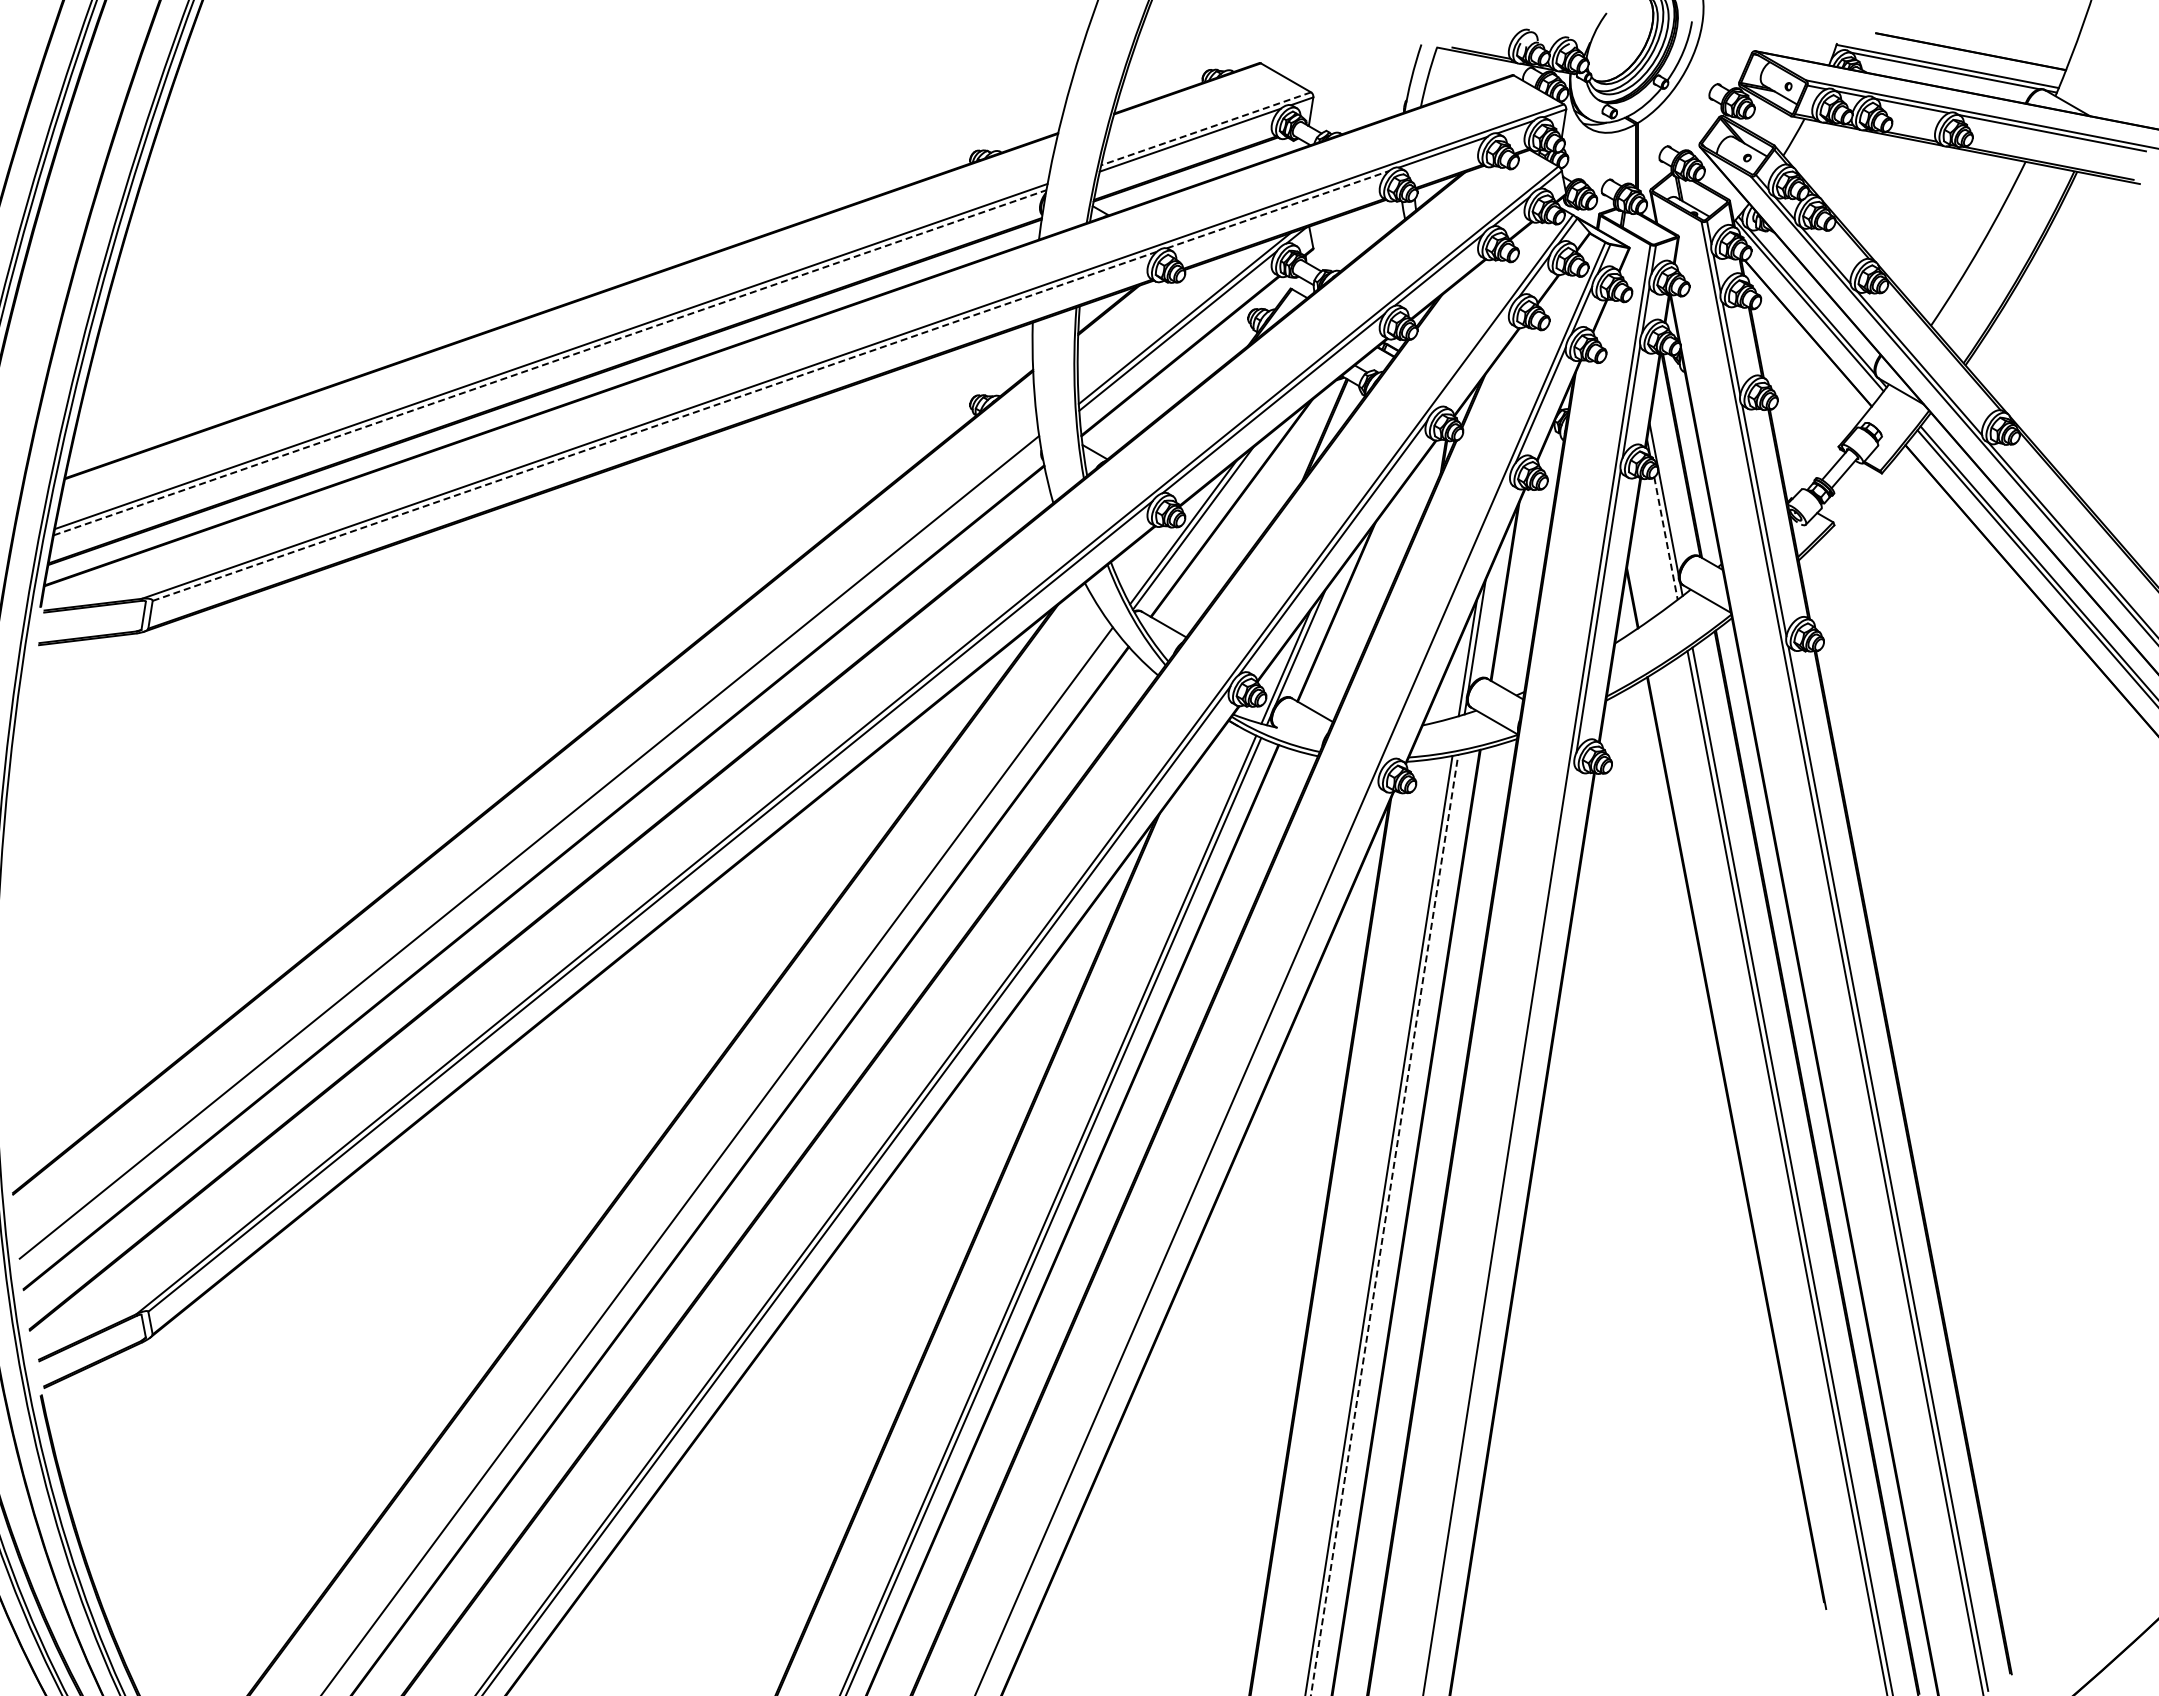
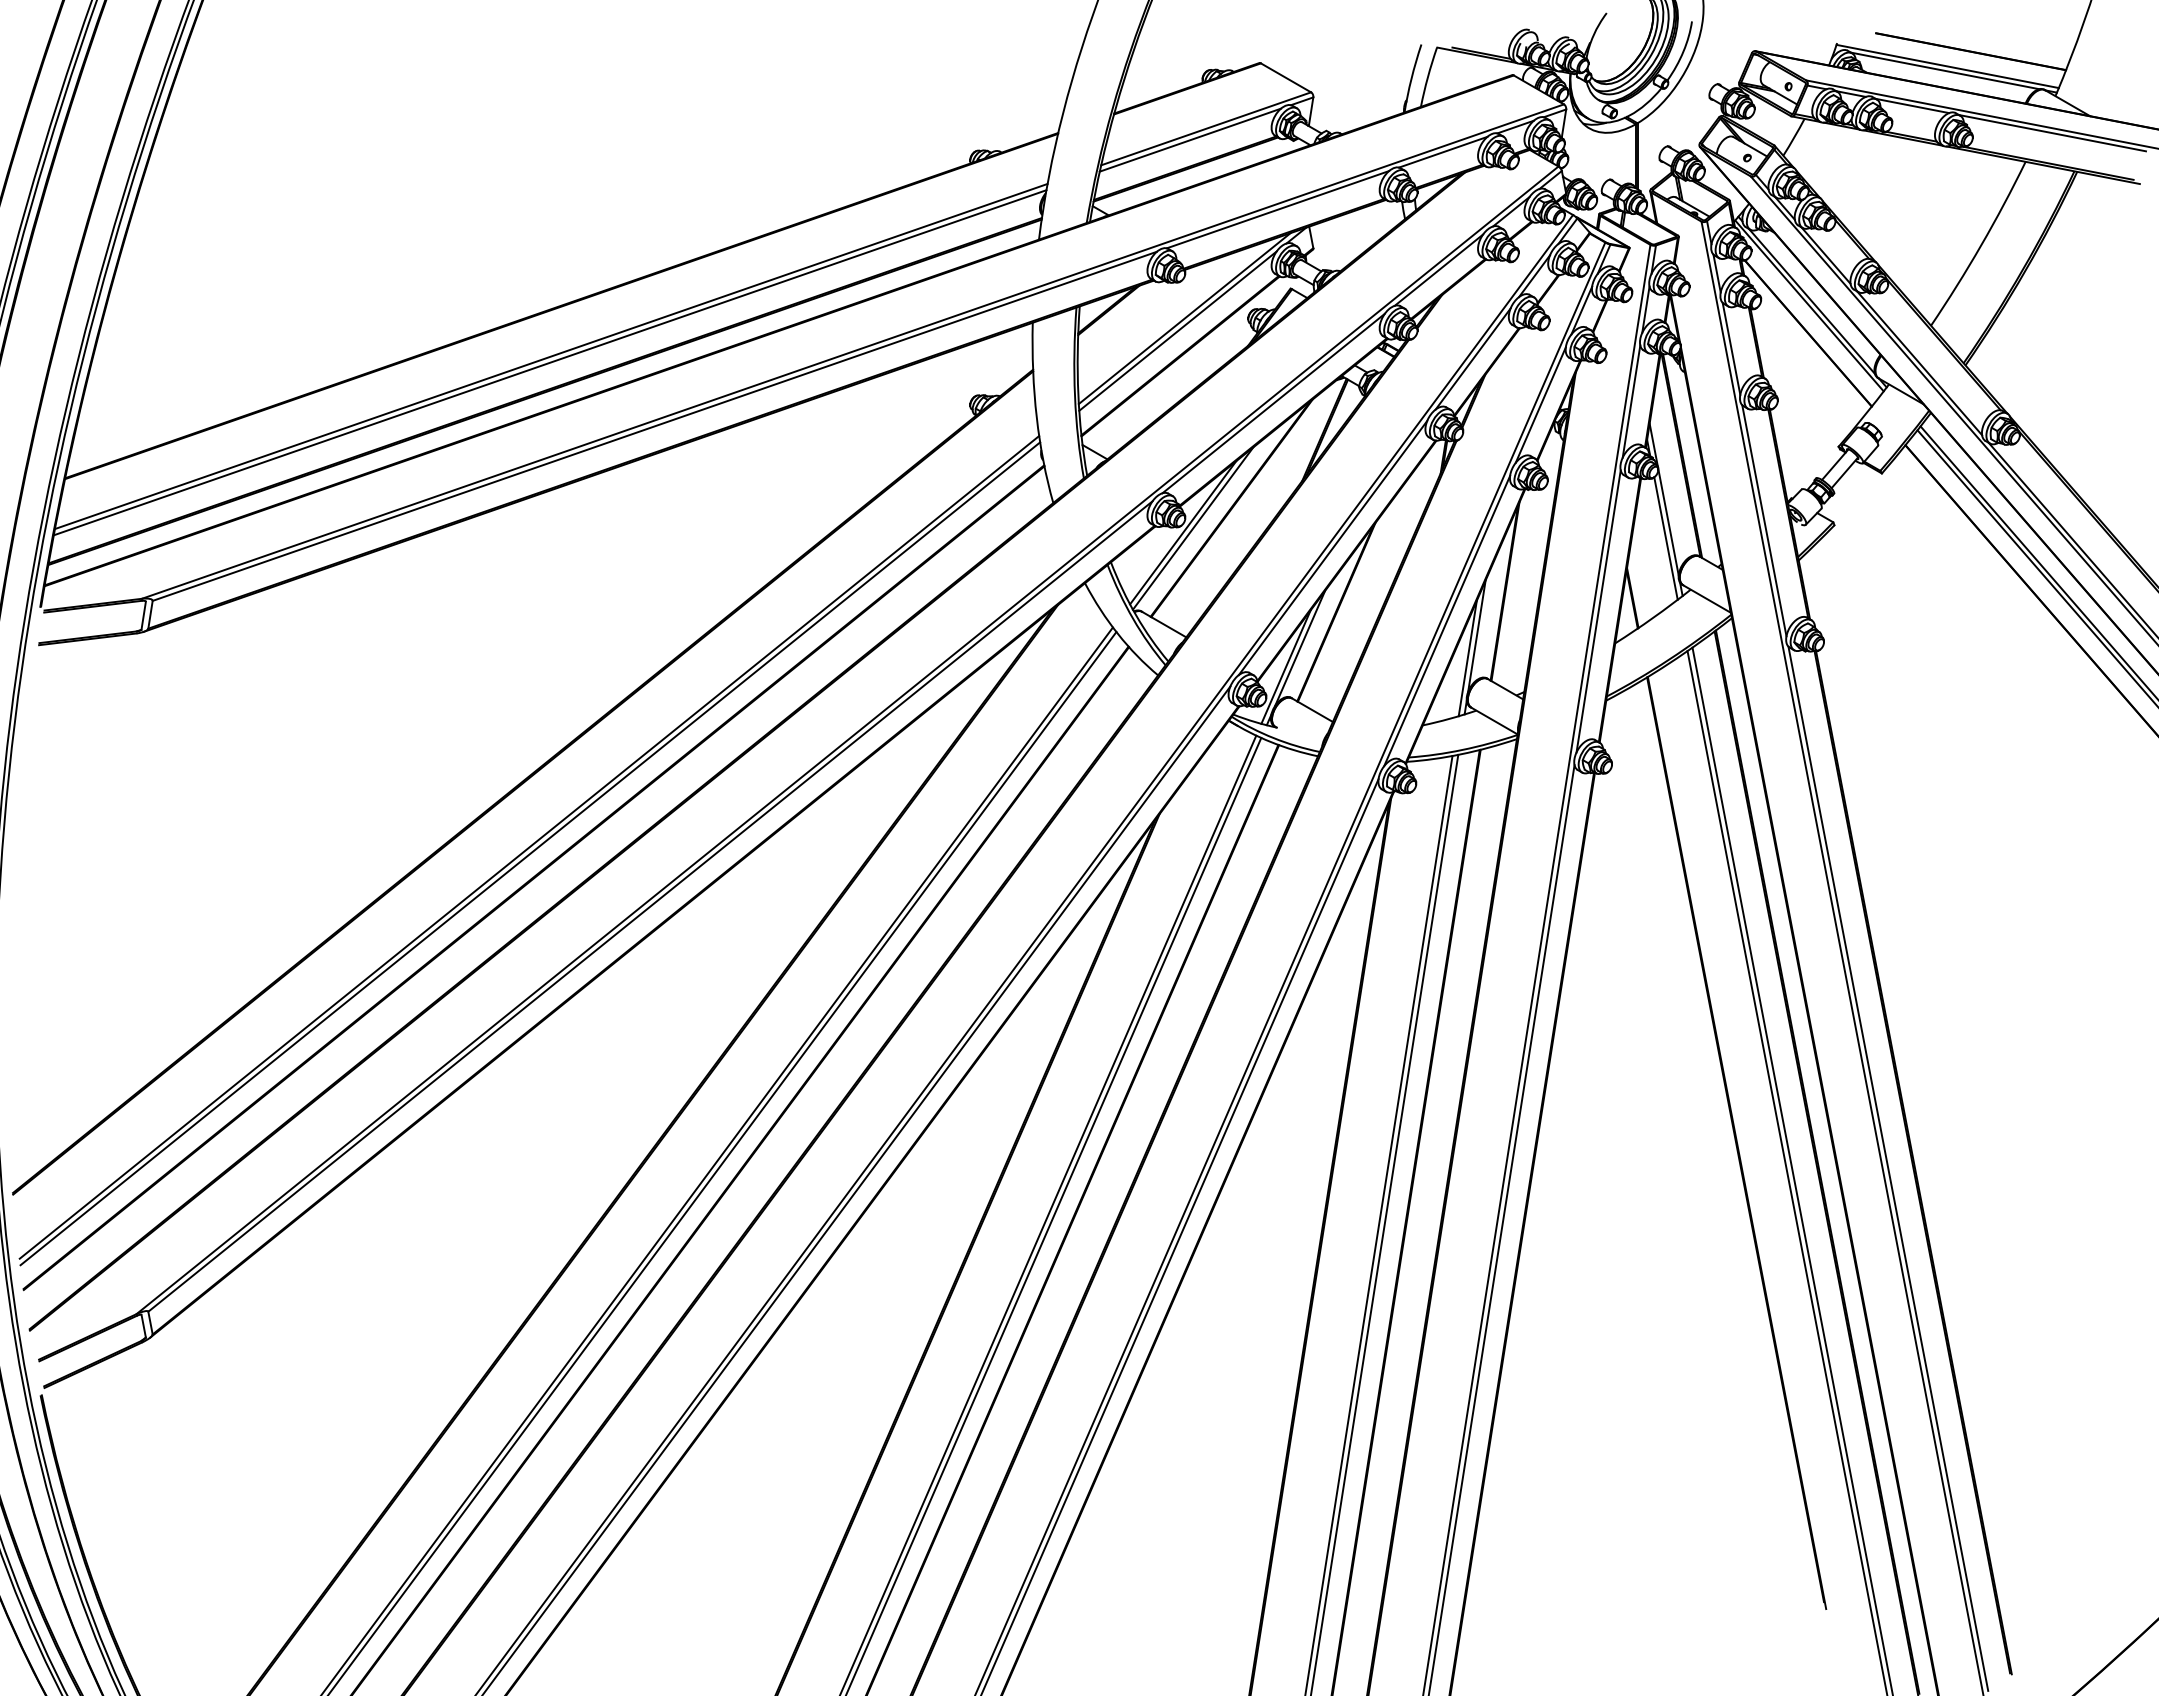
line at (1205, 129): dashed -> solid
line at (1277, 209): dashed -> solid
line at (1472, 358): none -> present
line at (550, 362): dashed -> solid
line at (654, 426): dashed -> solid
line at (1666, 539): dashed -> solid
line at (1447, 620): none -> present
line at (530, 853): none -> present
line at (723, 1162): none -> present
line at (1384, 1224): dashed -> solid
line at (1501, 1228): none -> present
line at (1180, 1235): none -> present
